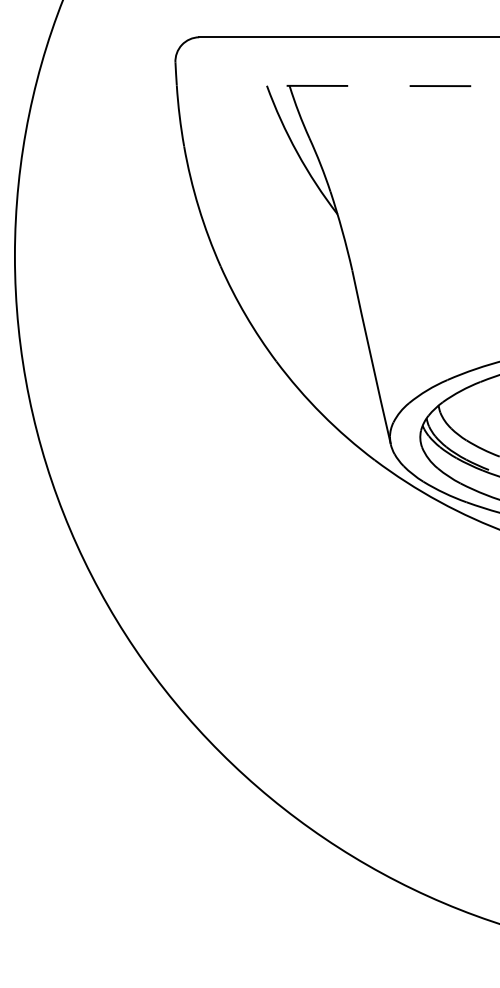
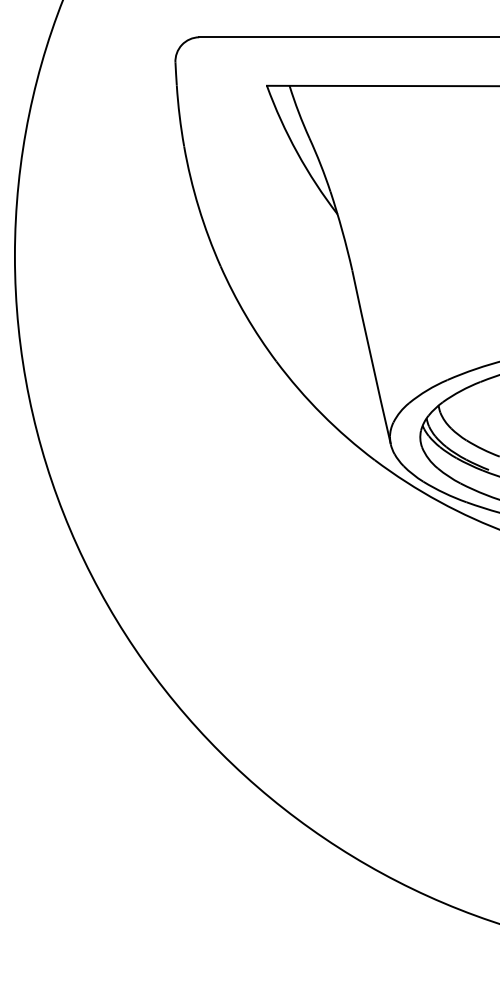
line at (382, 86): dashed -> solid
